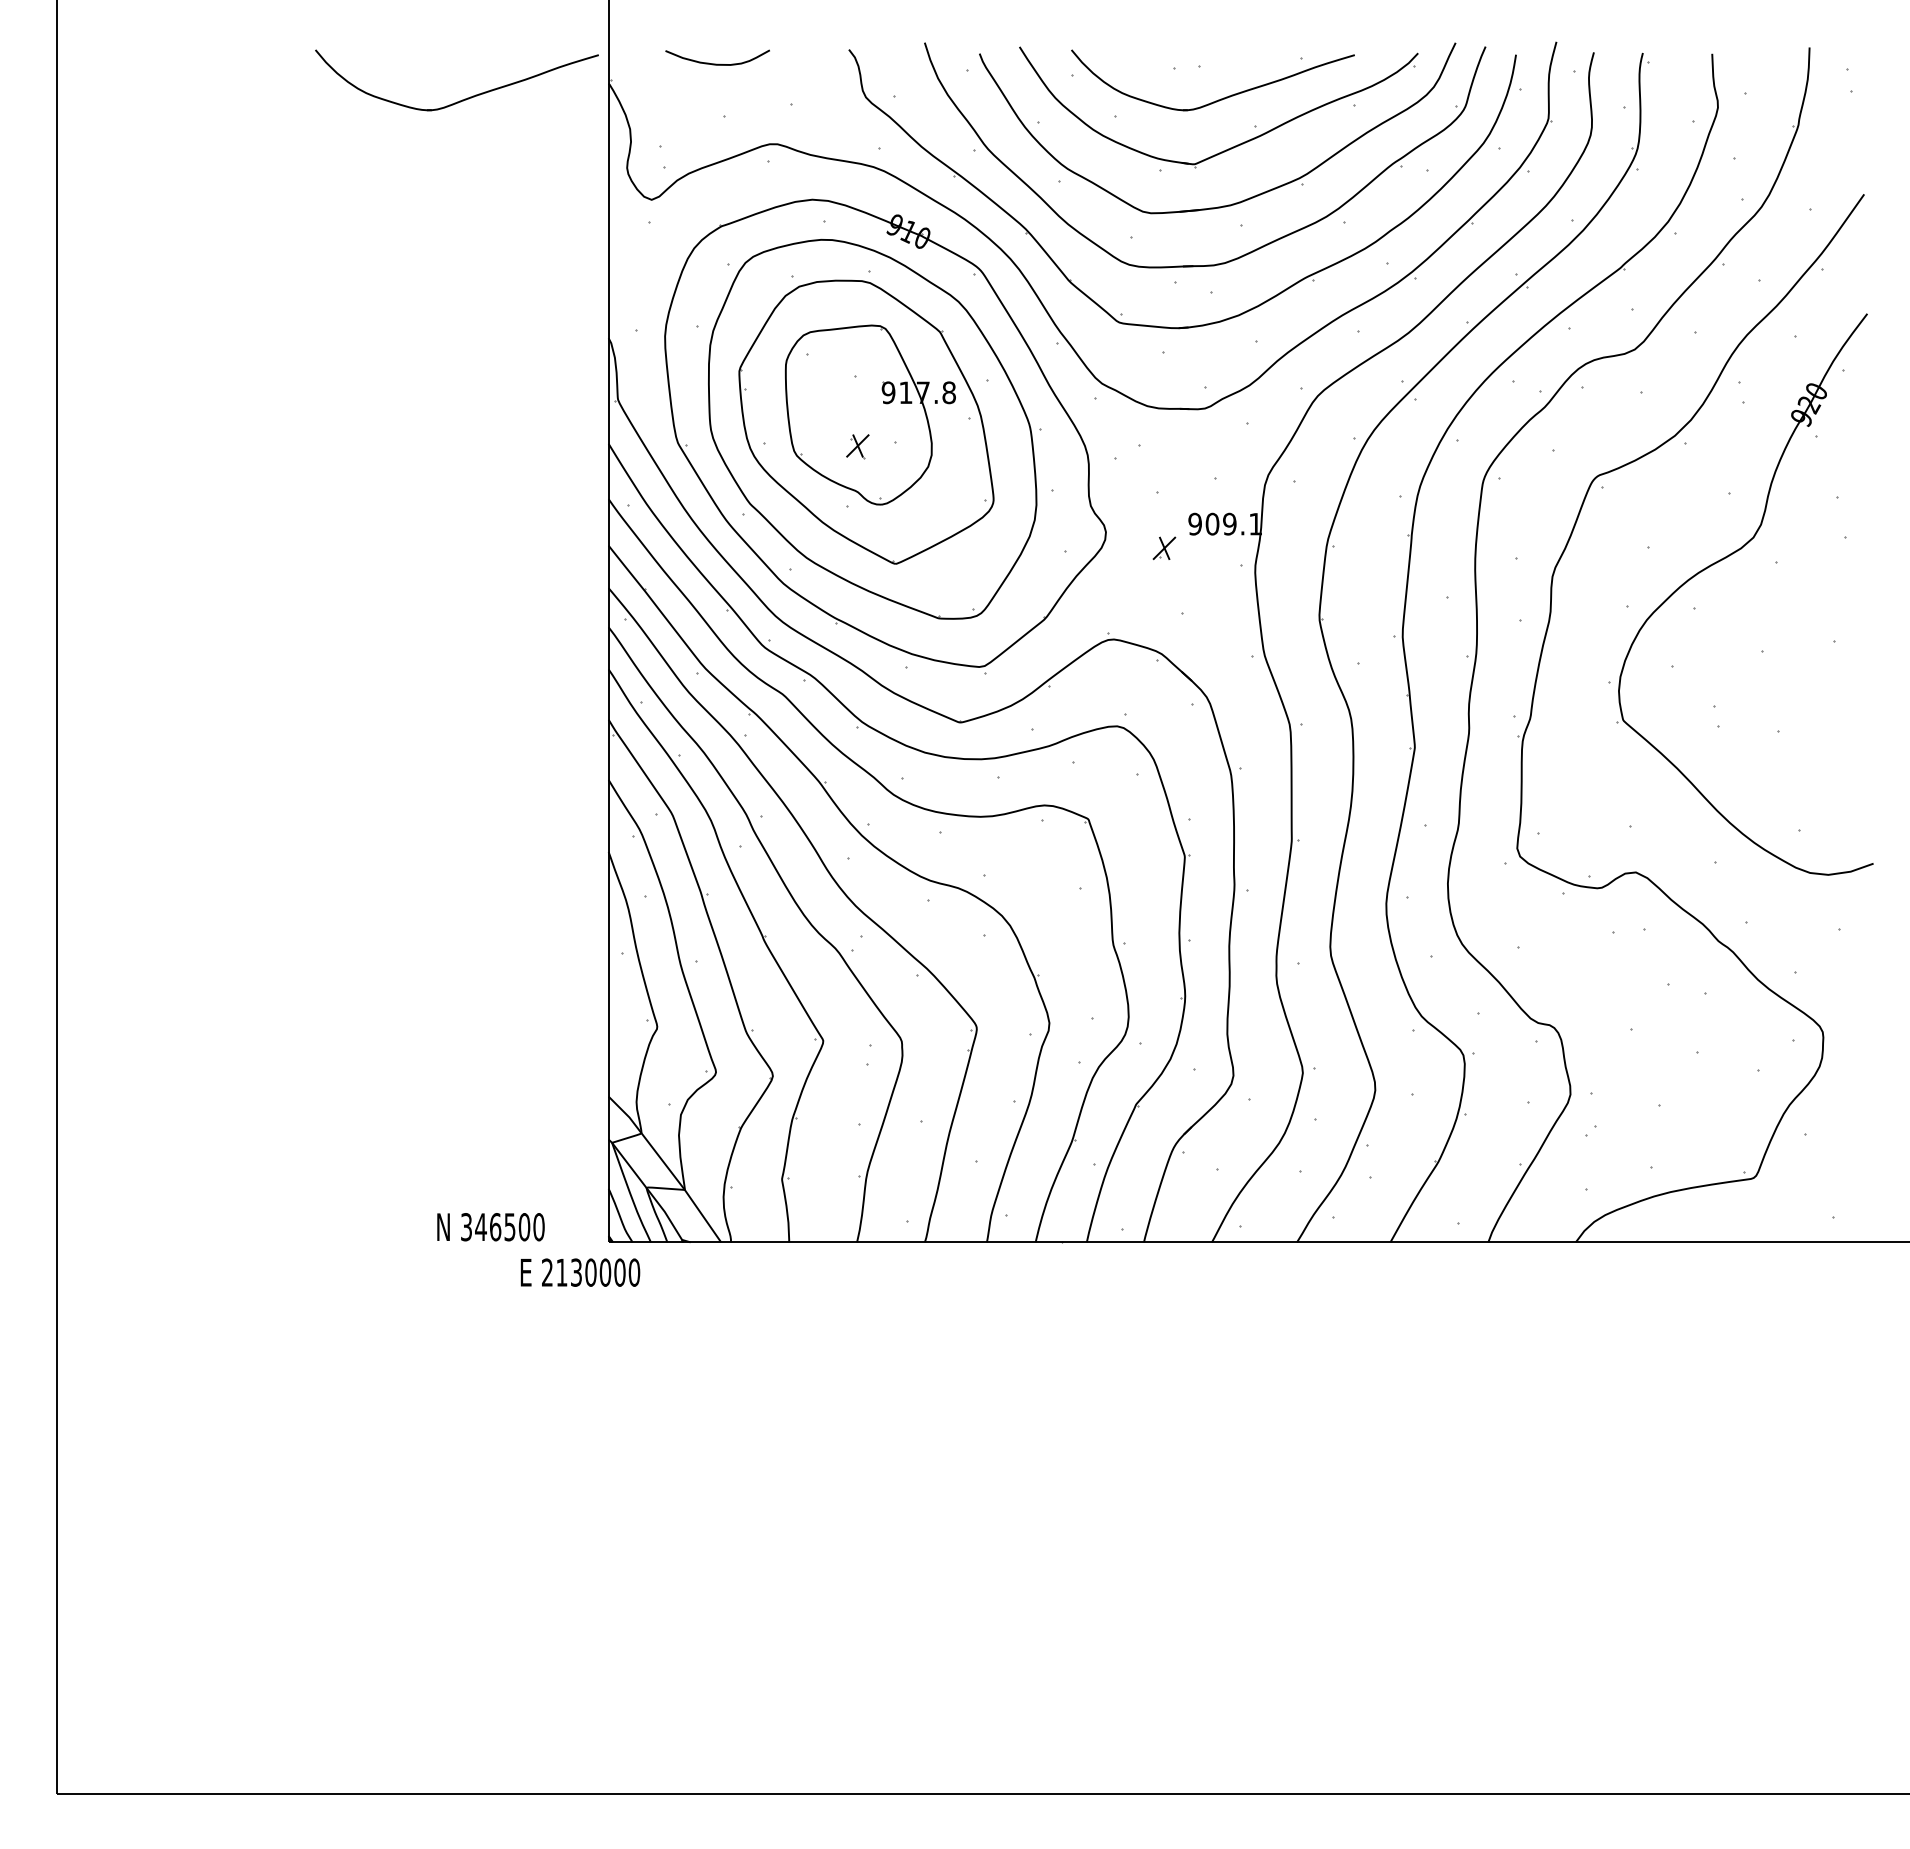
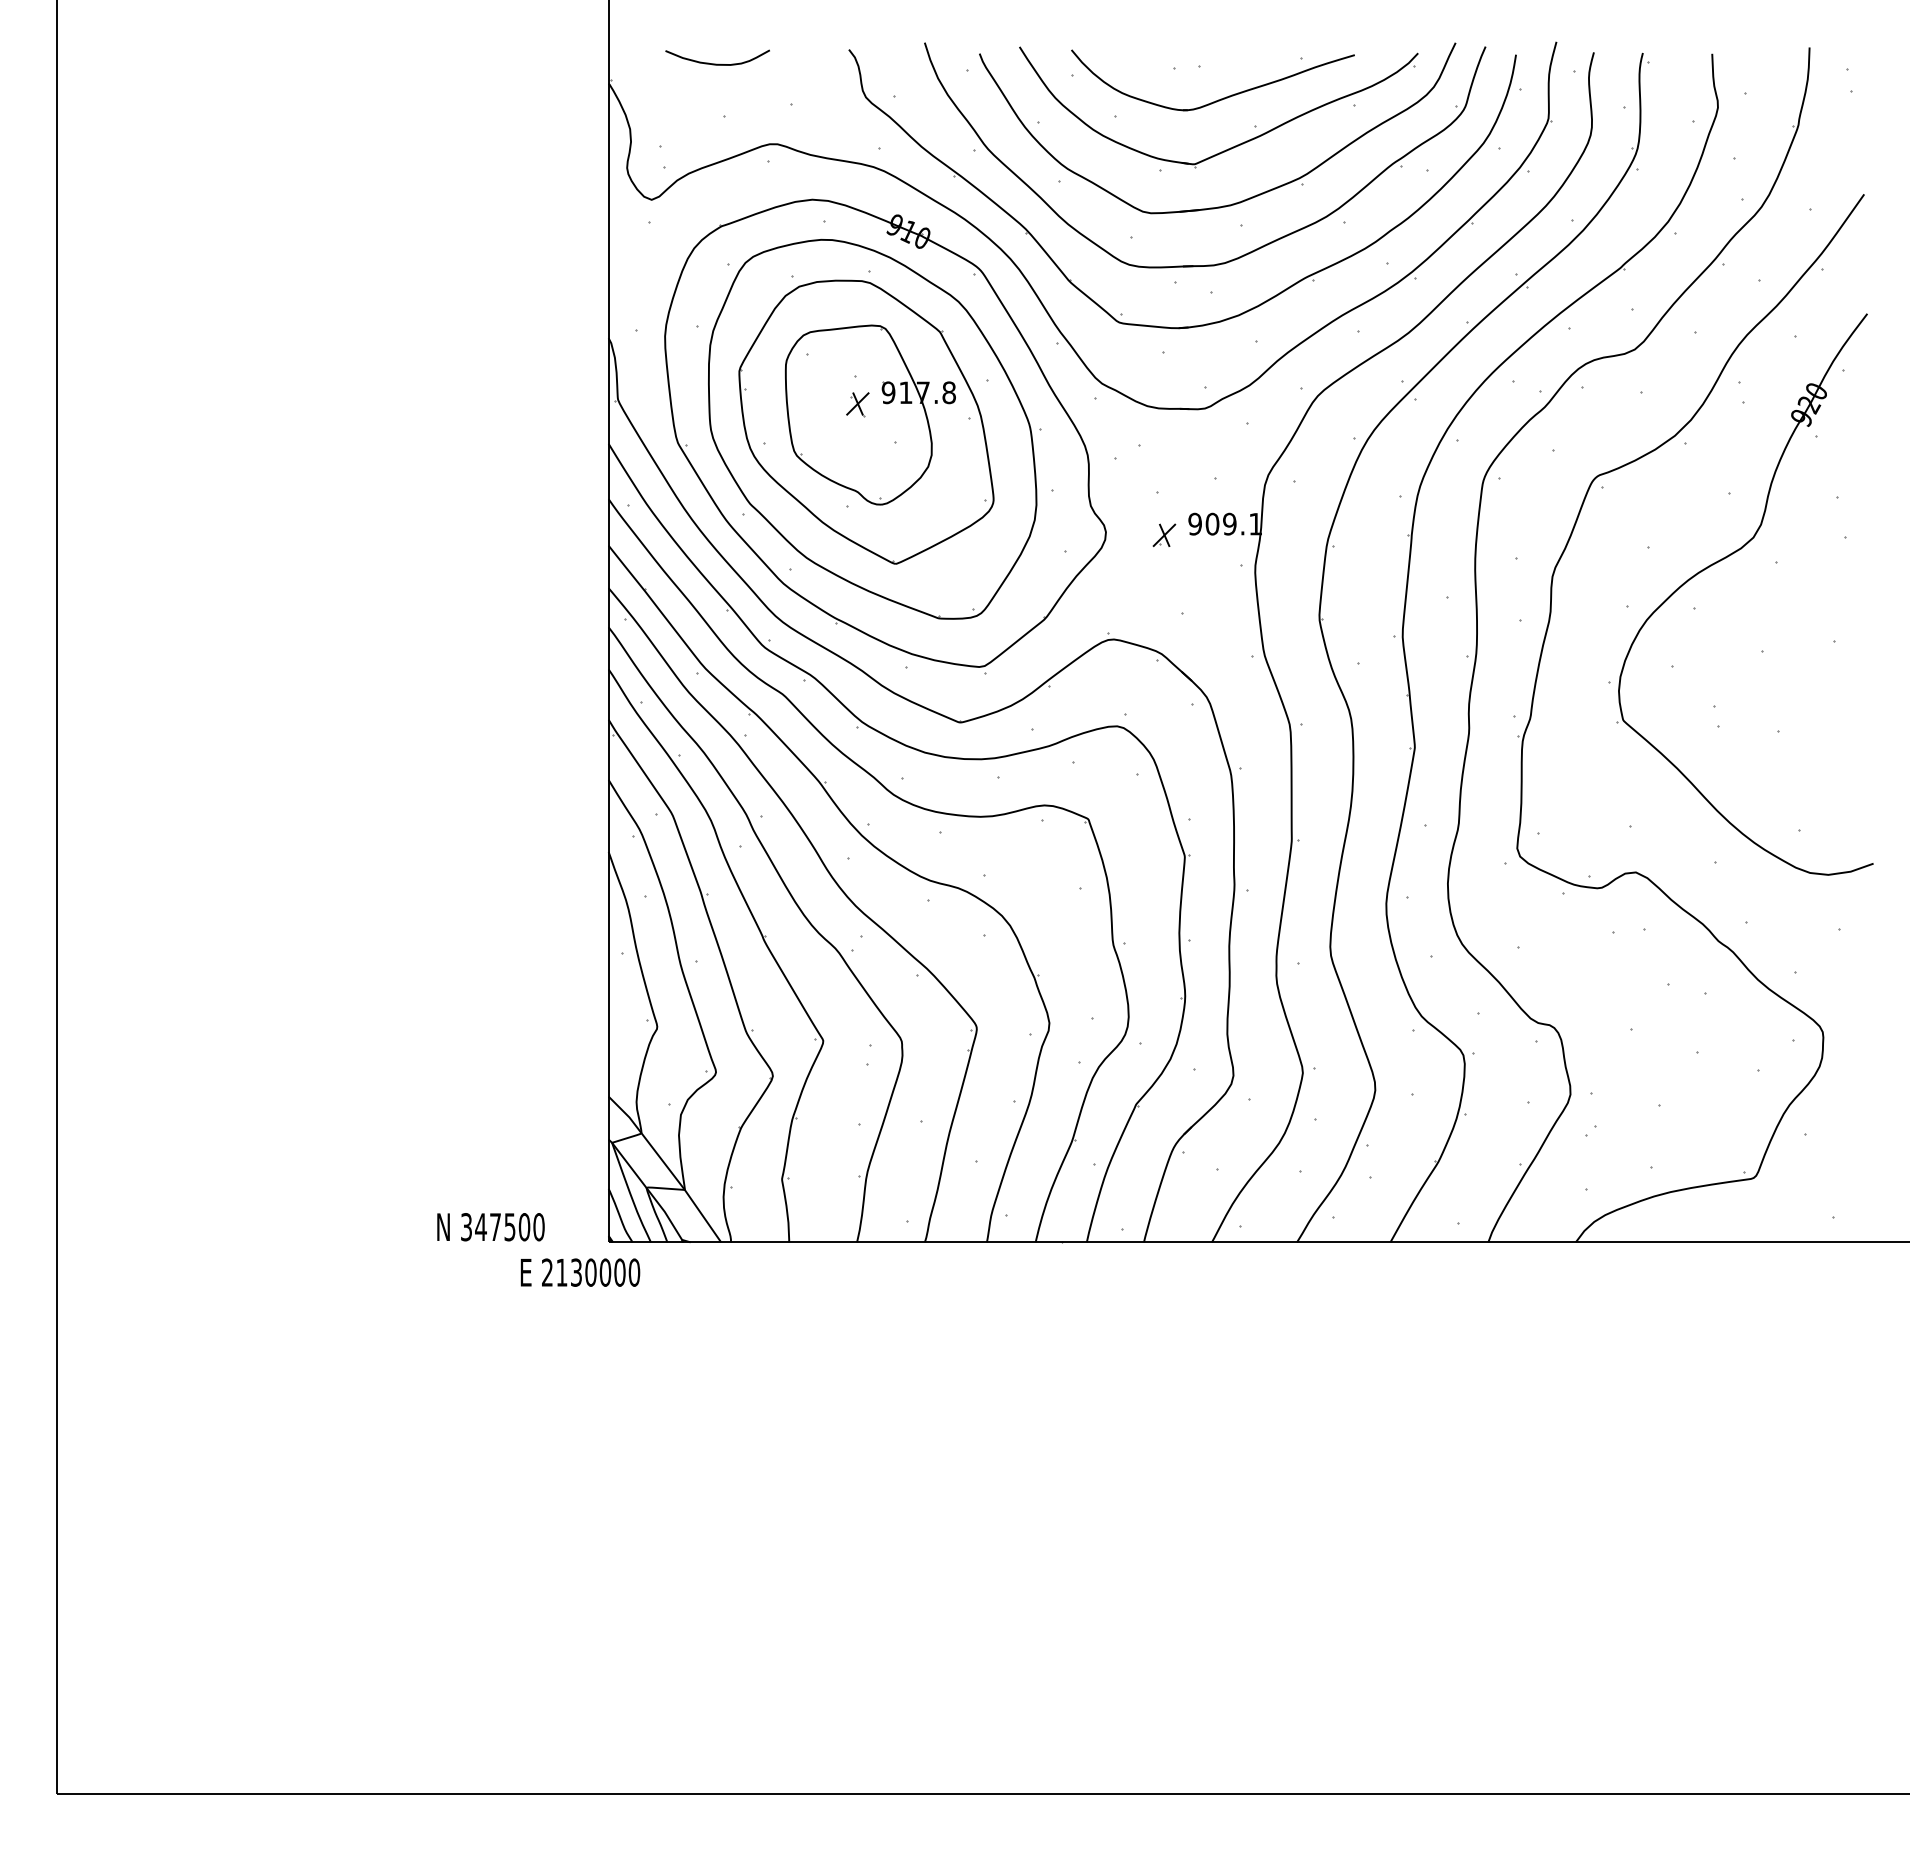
part at (462, 99): present -> none
part at (857, 446) position: (857, 446) -> (857, 404)
part at (1164, 548) position: (1164, 548) -> (1164, 535)
text at (495, 1227): 346500 -> 347500
